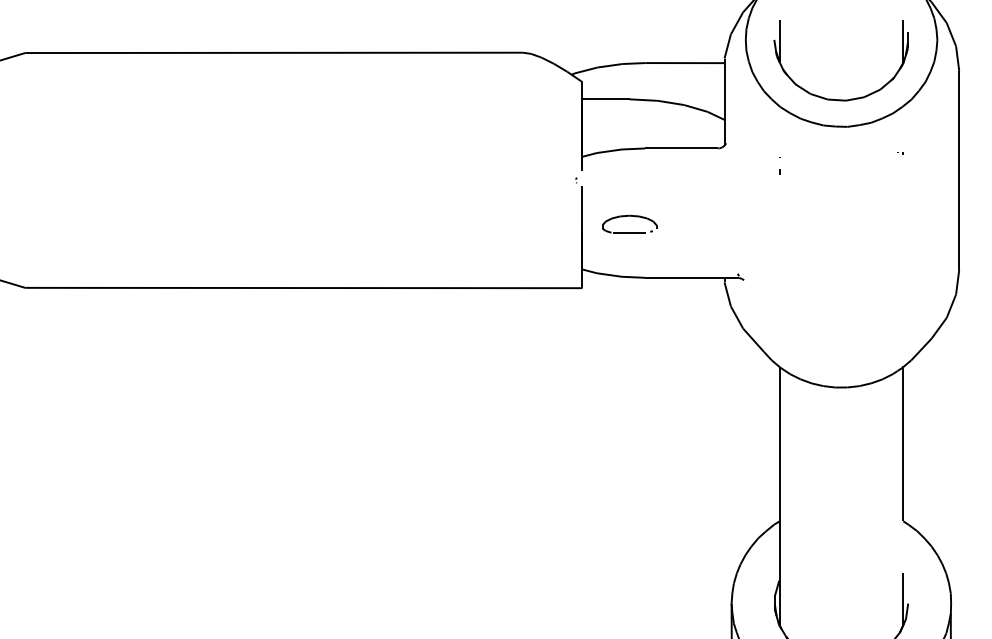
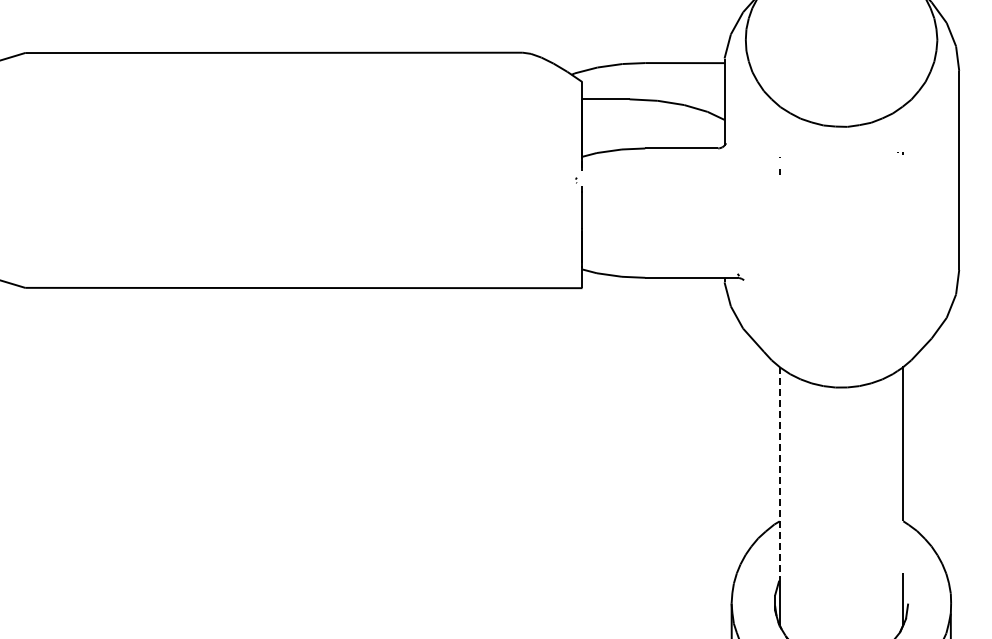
part at (840, 99): present -> none
part at (629, 216): present -> none
line at (779, 474): solid -> dashed
